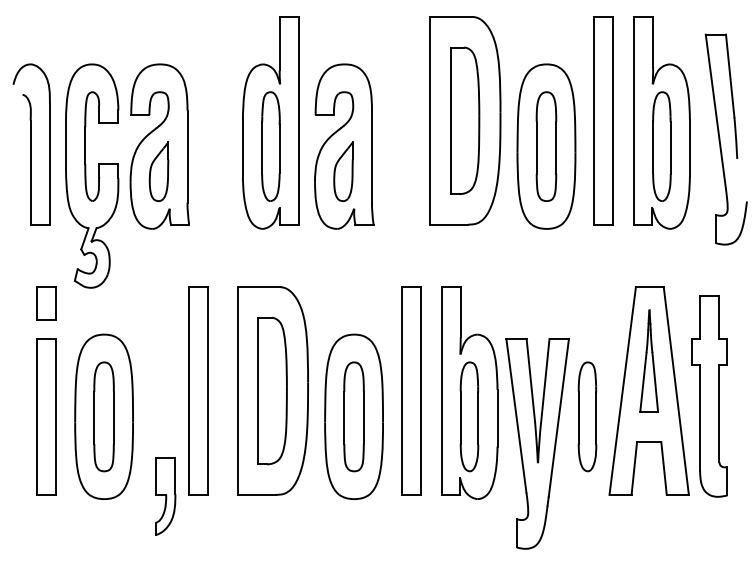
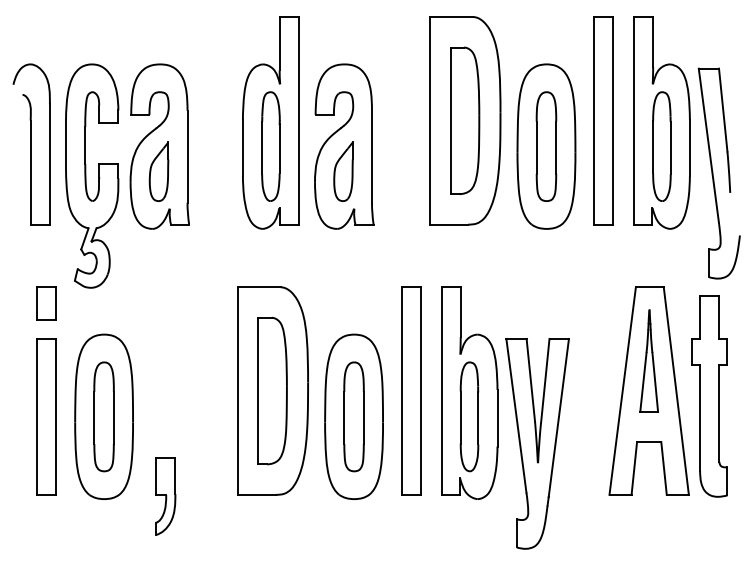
part at (725, 139) position: (725, 139) -> (718, 173)
part at (198, 390): present -> none
part at (587, 416): present -> none
